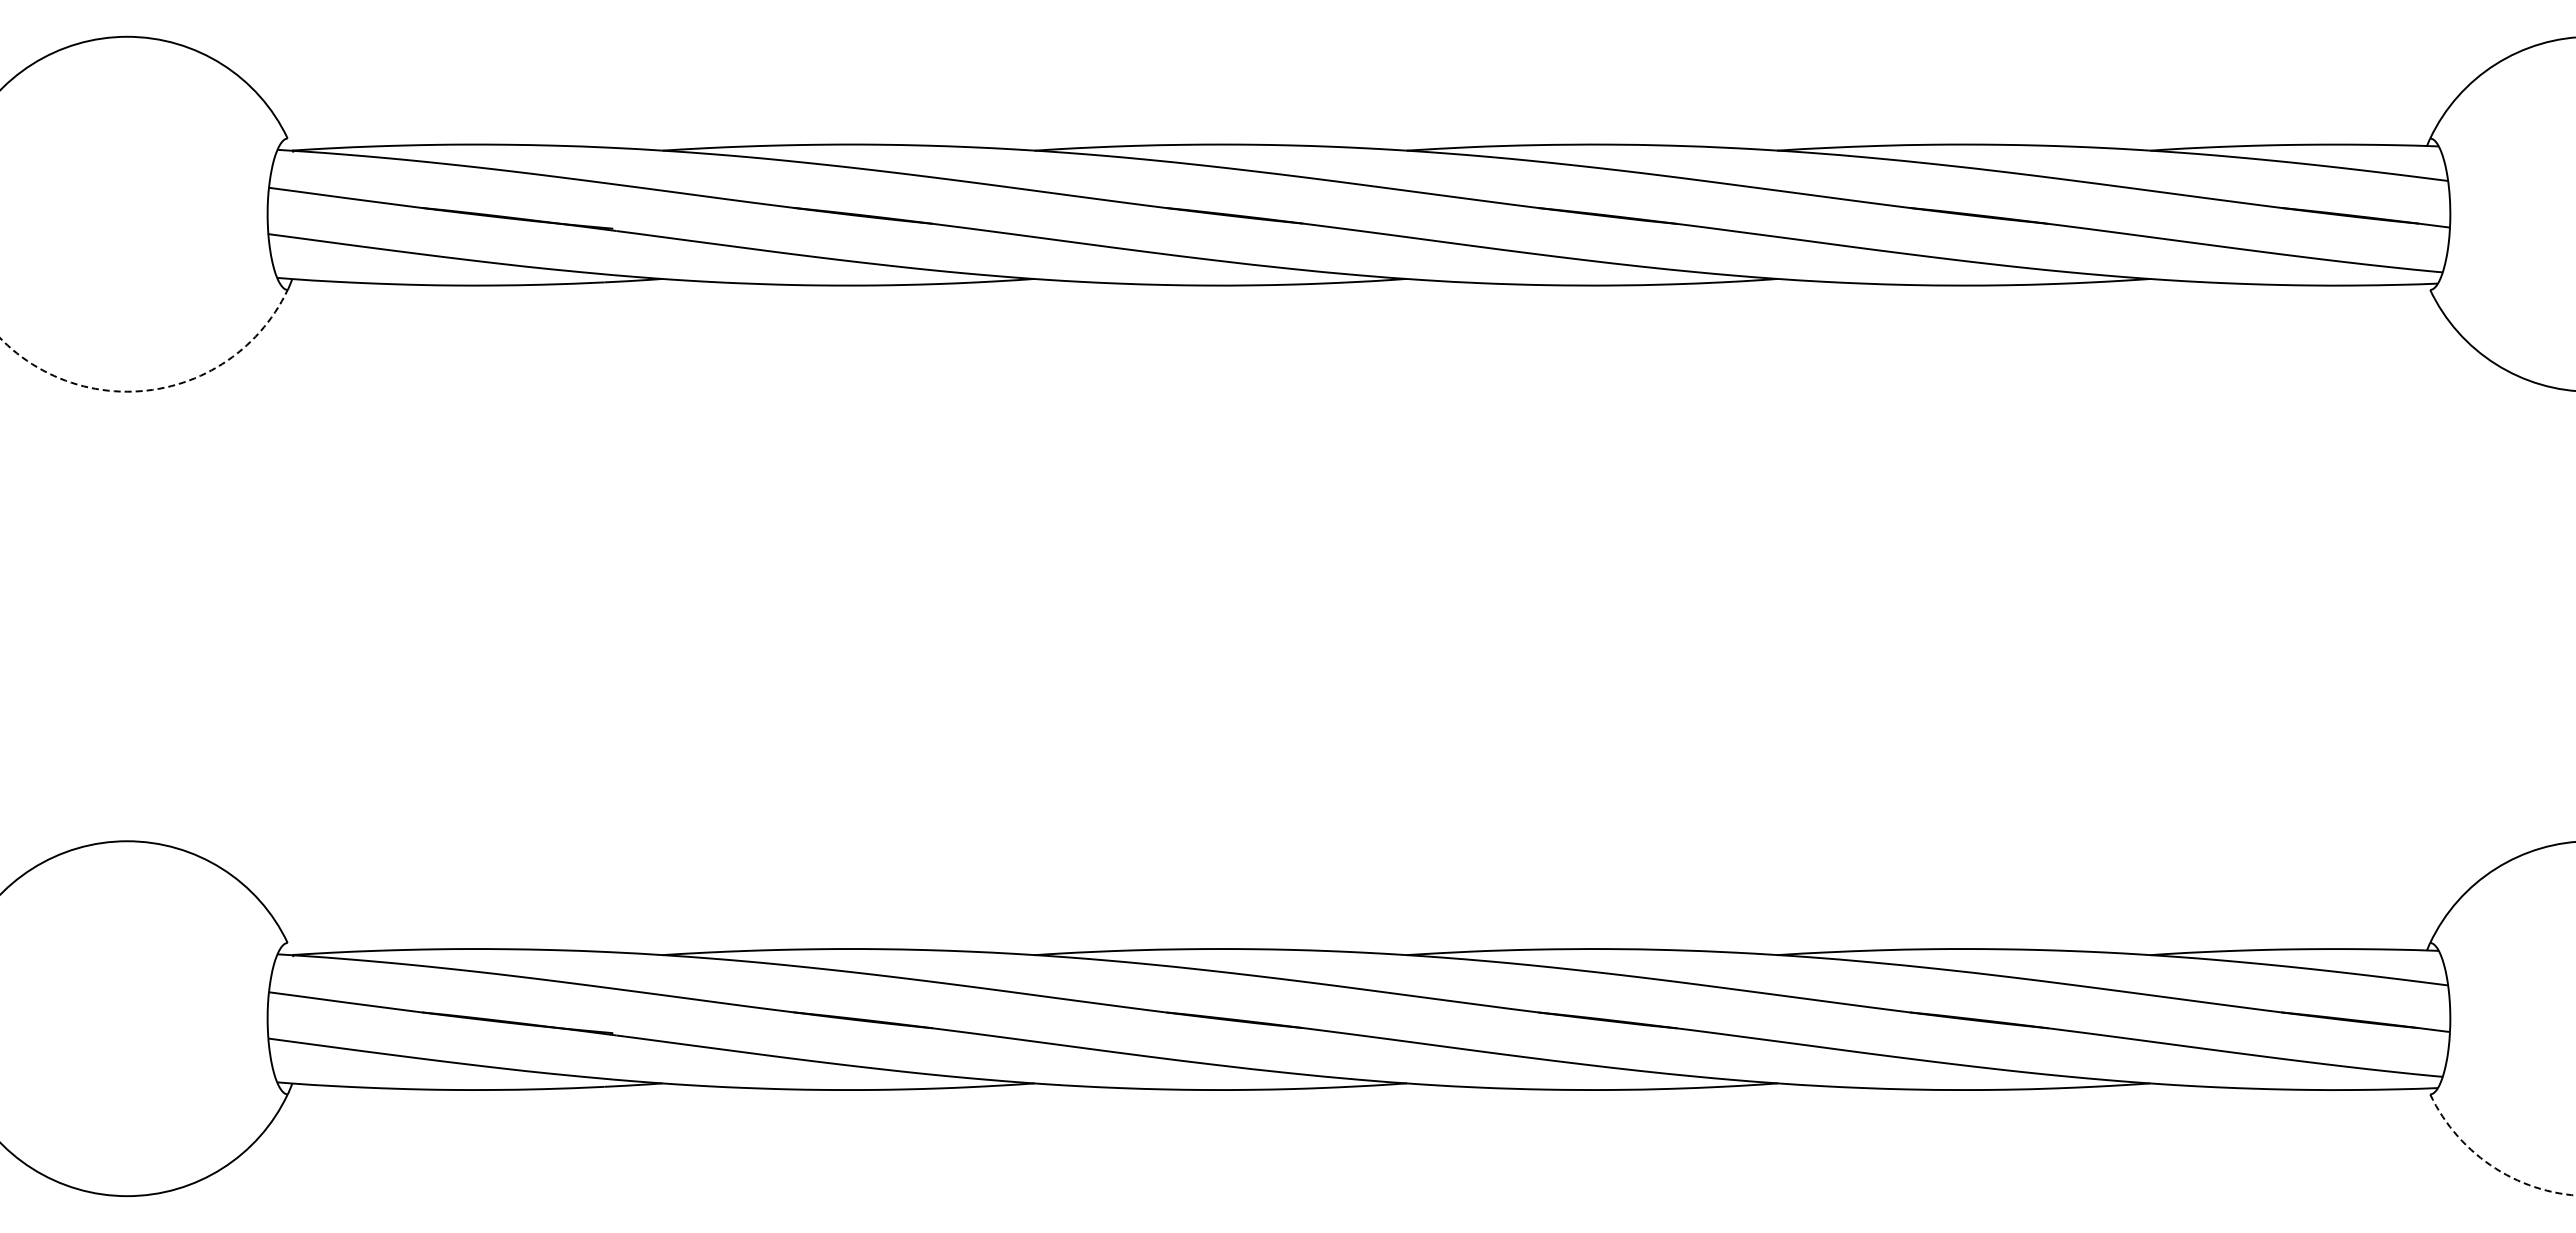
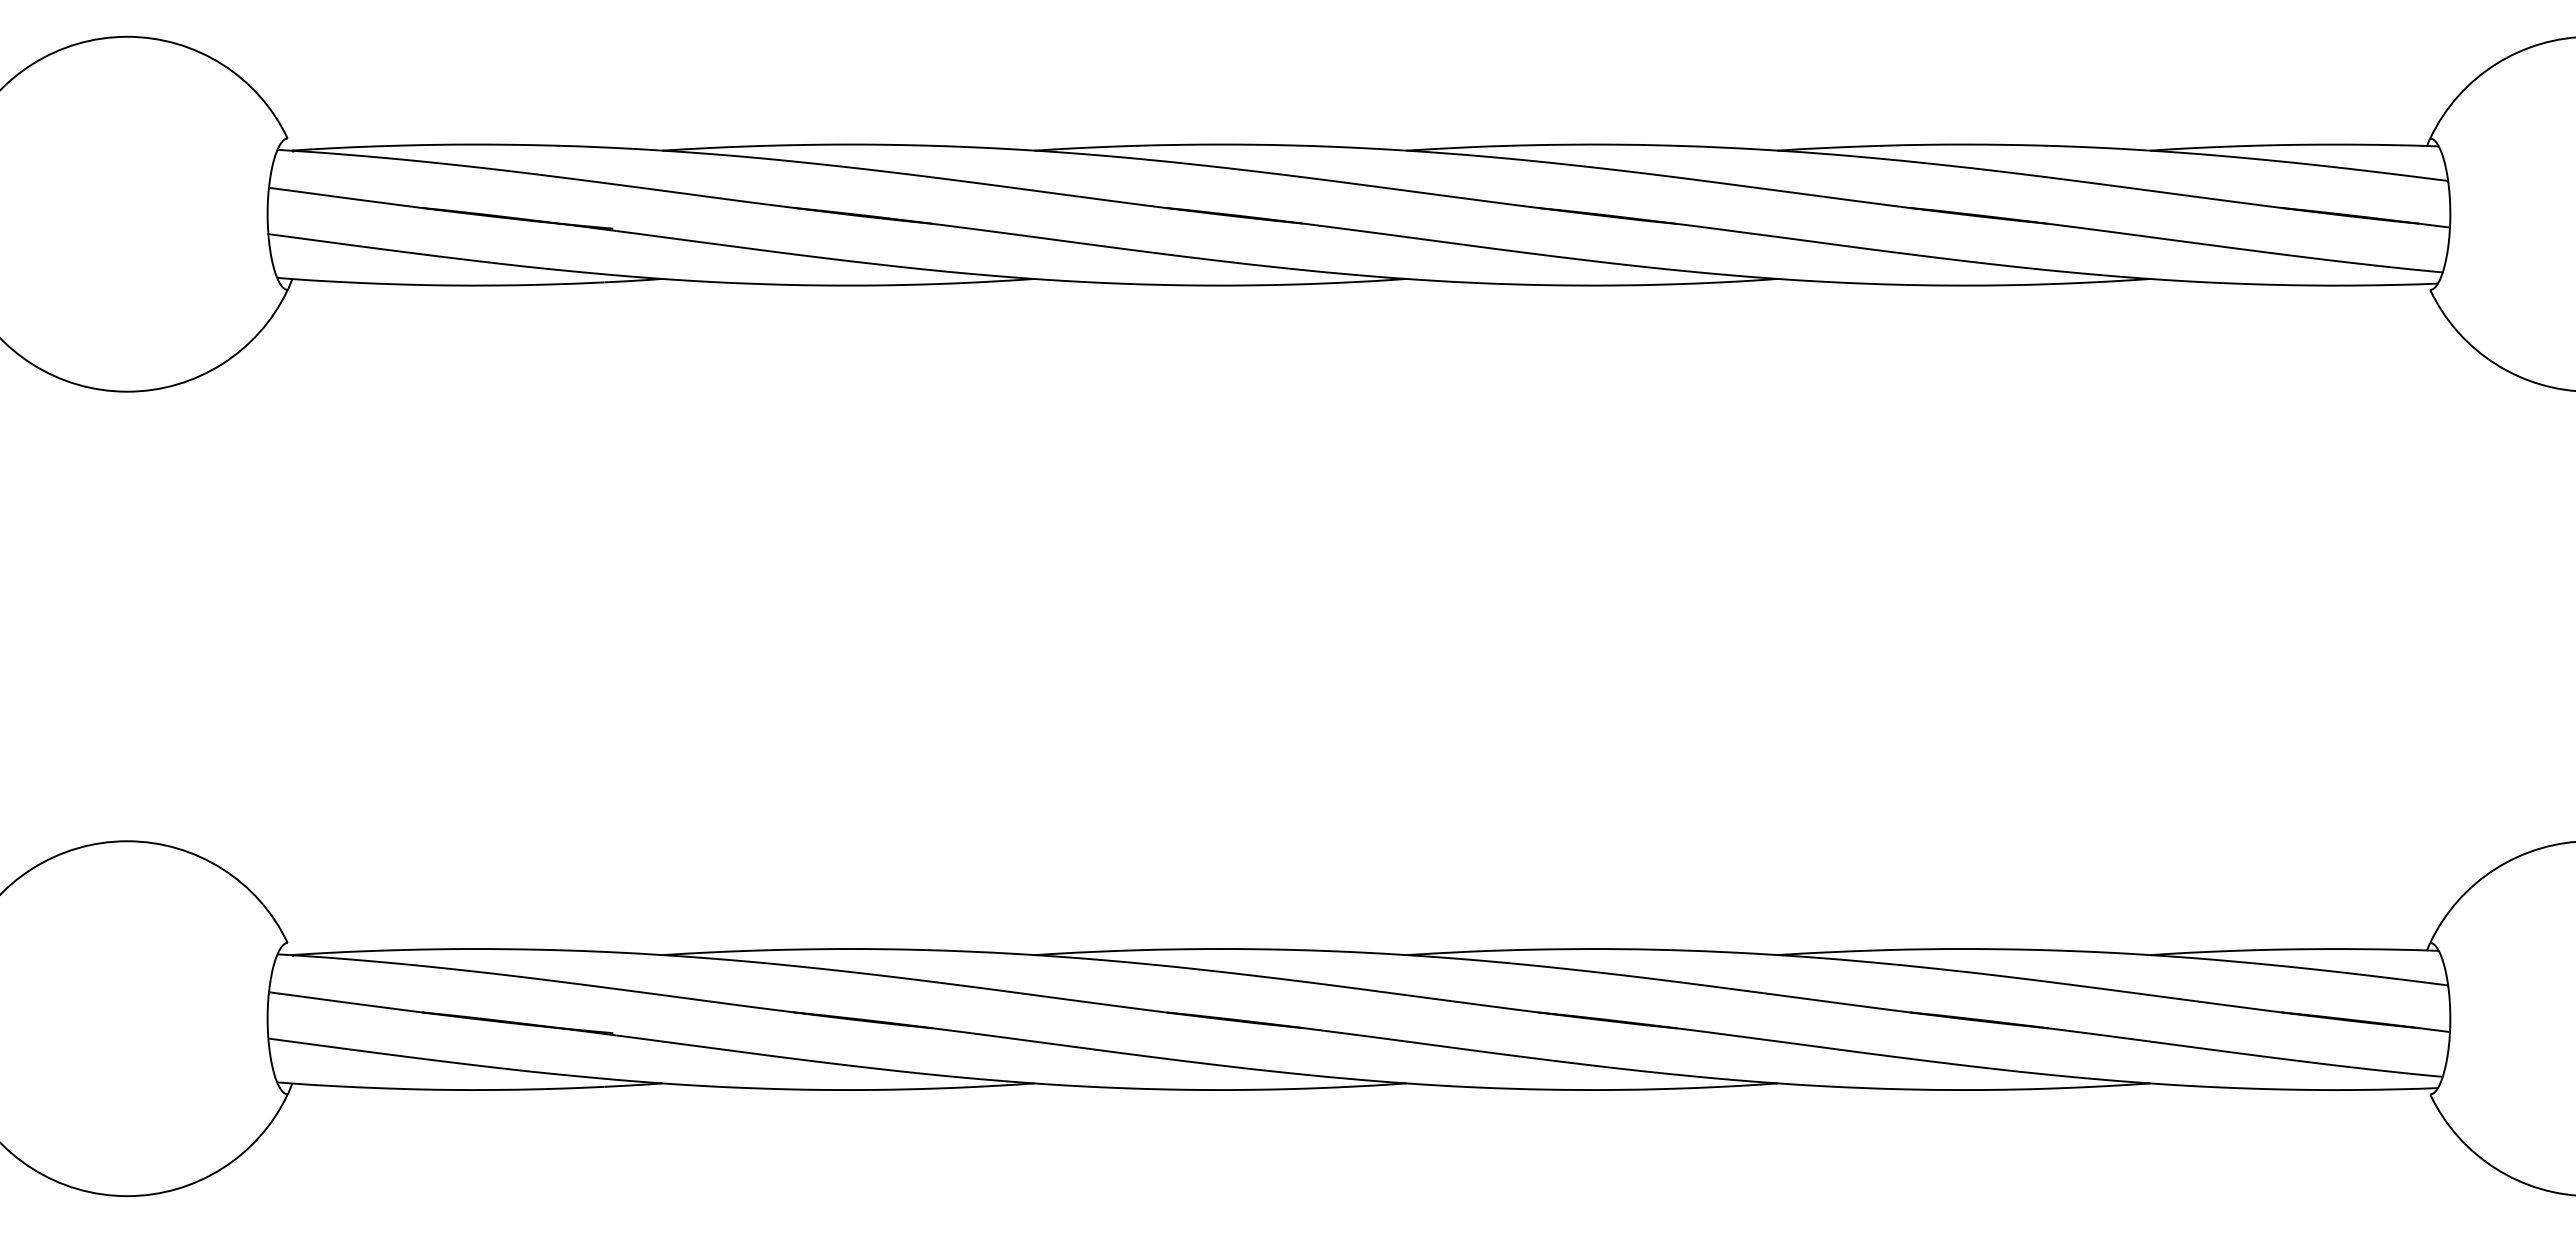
arc at (156, 389): dashed -> solid
arc at (2490, 1164): dashed -> solid
